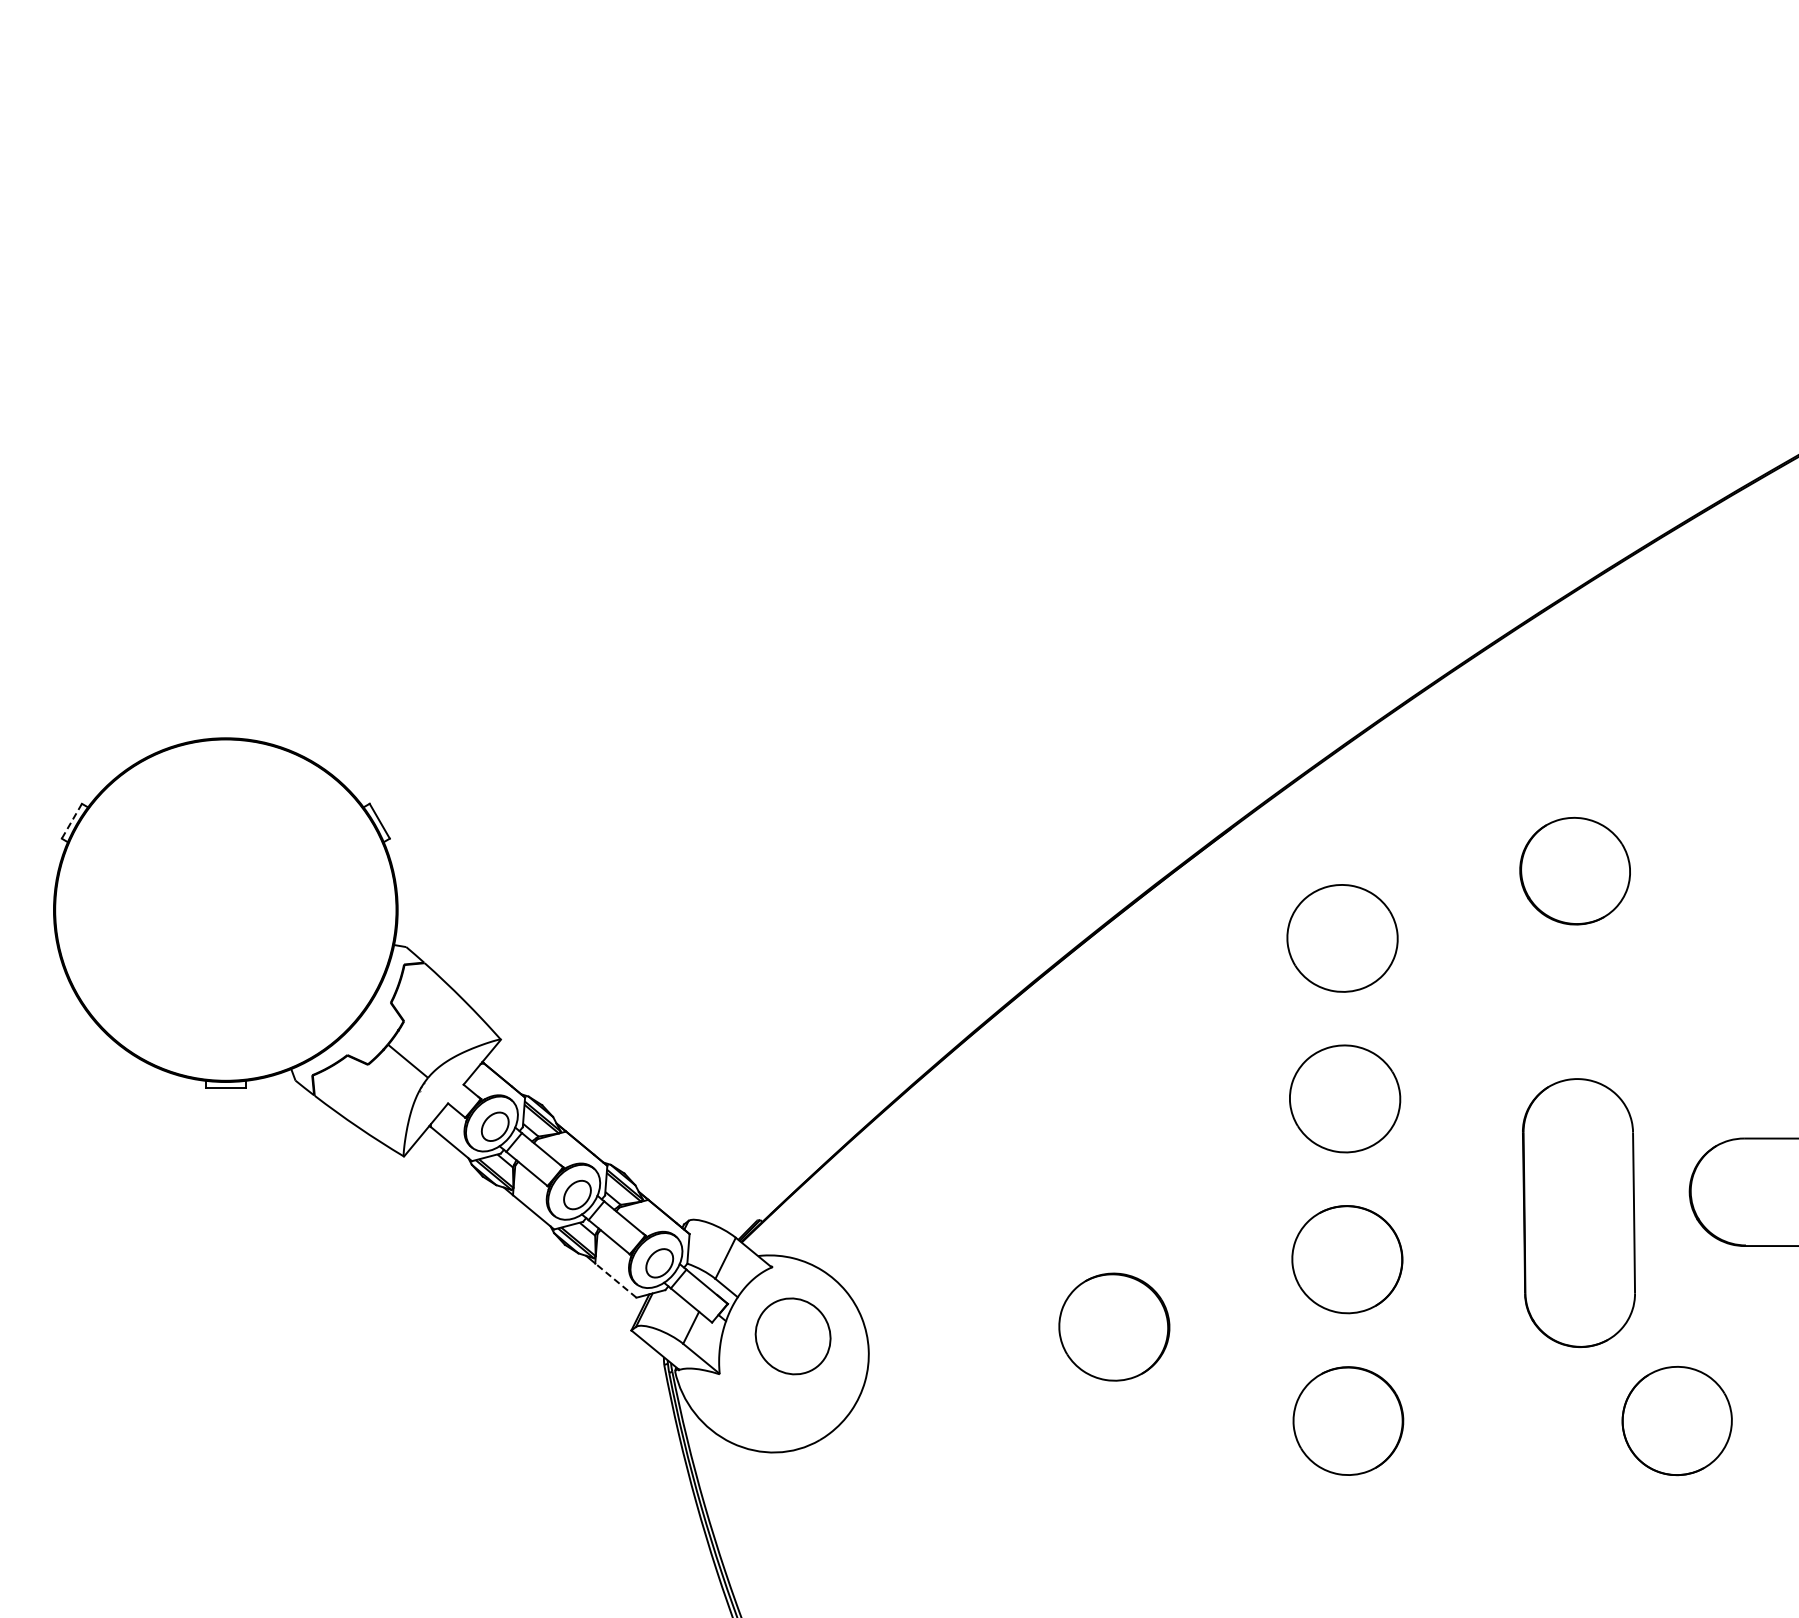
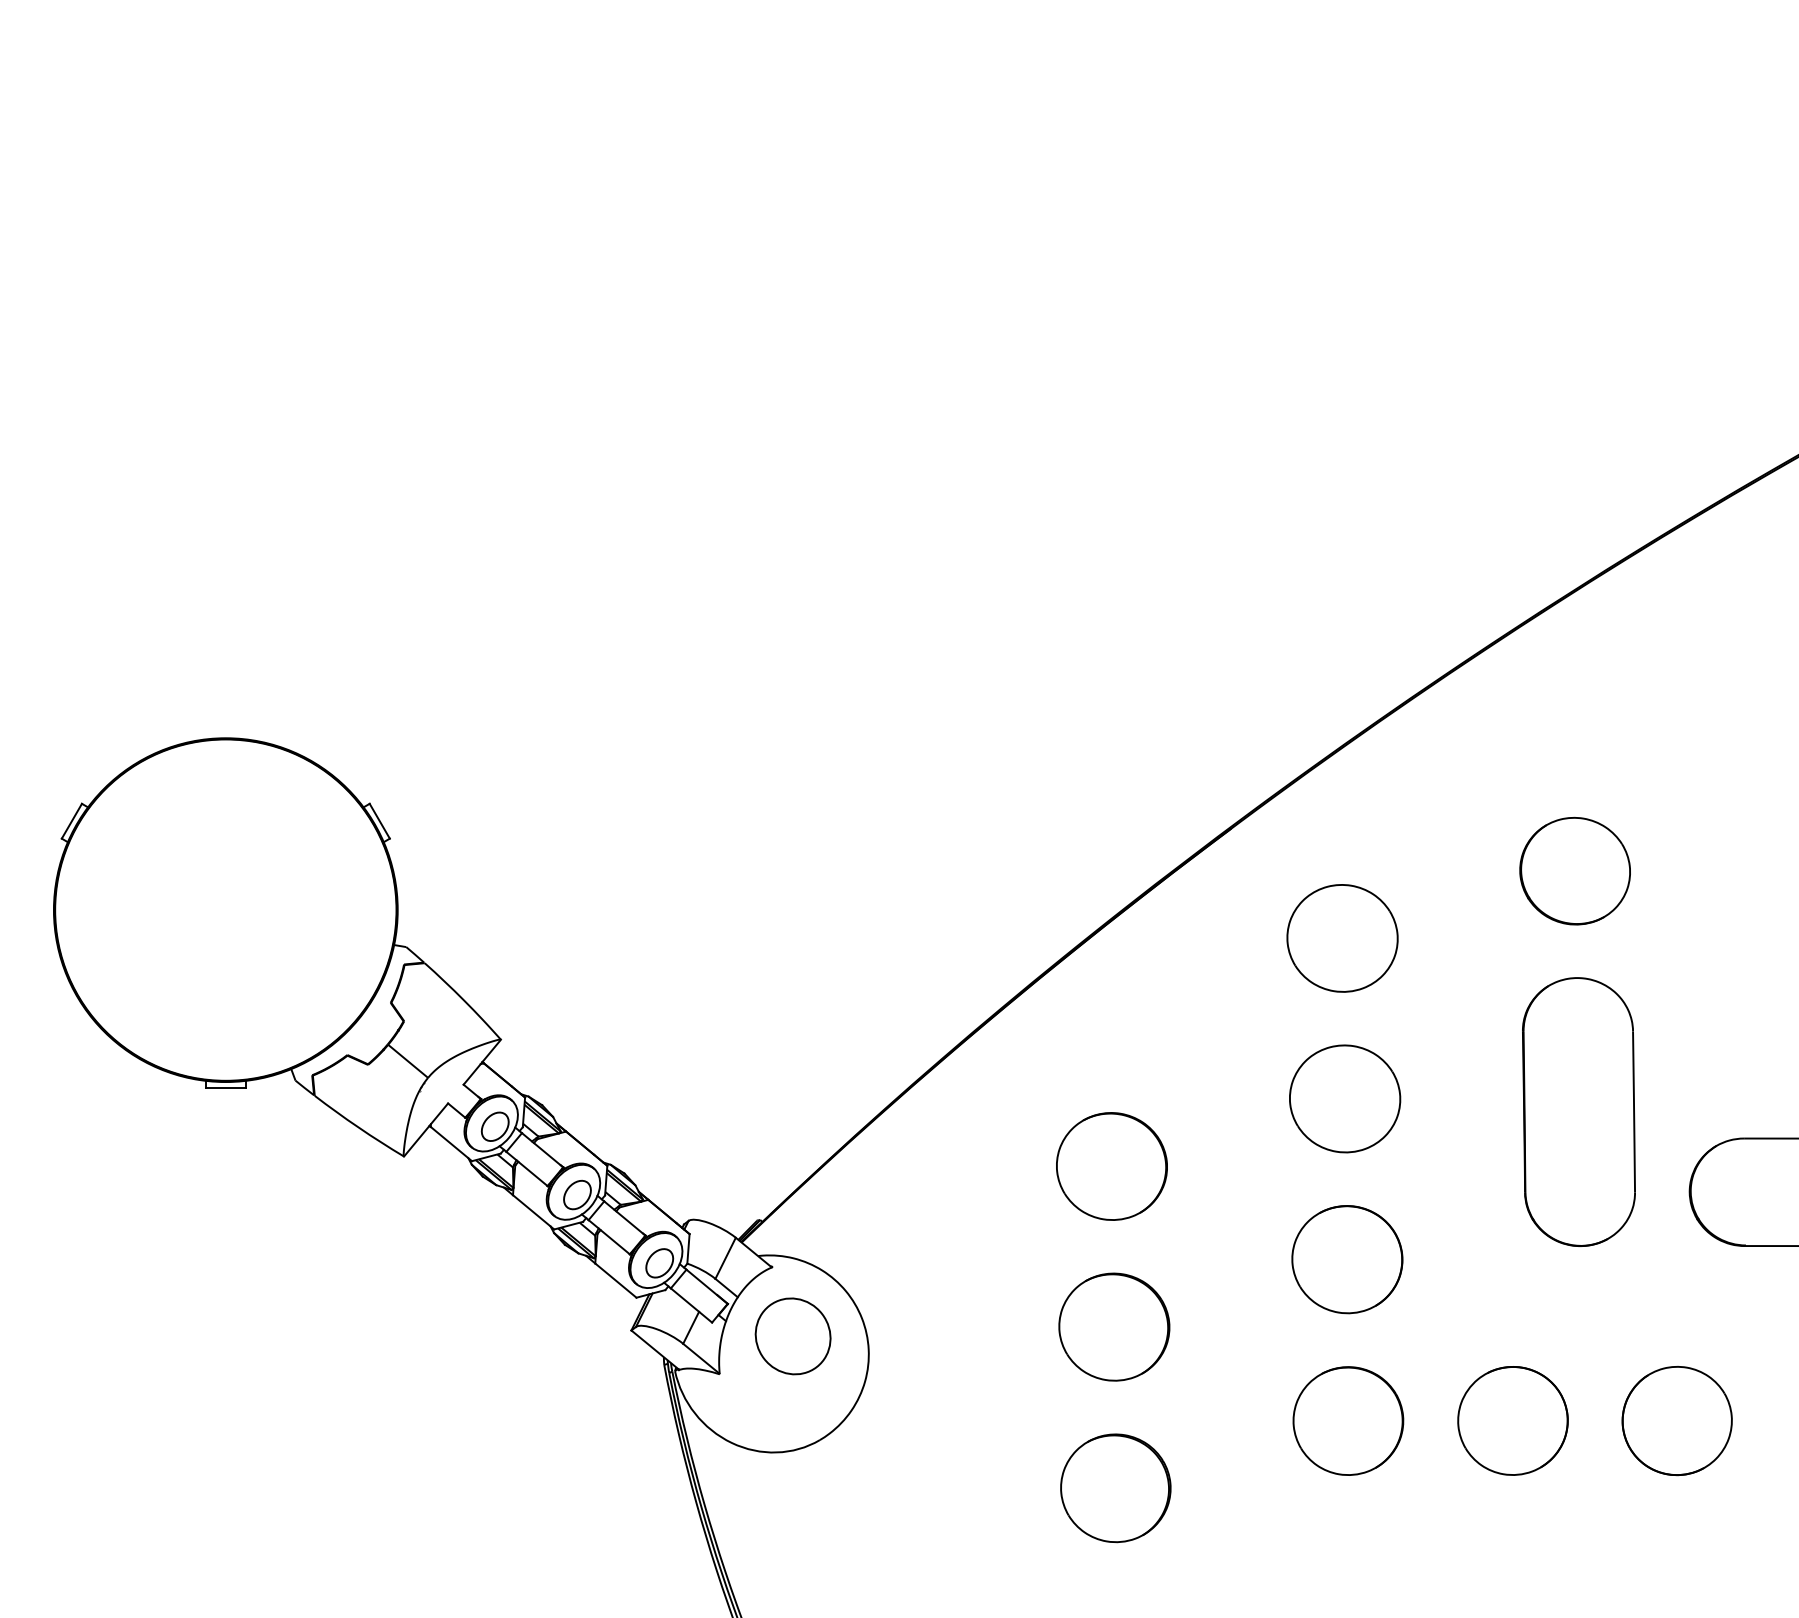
line at (71, 821): dashed -> solid
part at (1111, 1166): none -> present
part at (1578, 1212) position: (1578, 1212) -> (1578, 1111)
line at (615, 1280): dashed -> solid
part at (1512, 1420): none -> present
part at (1115, 1488): none -> present
